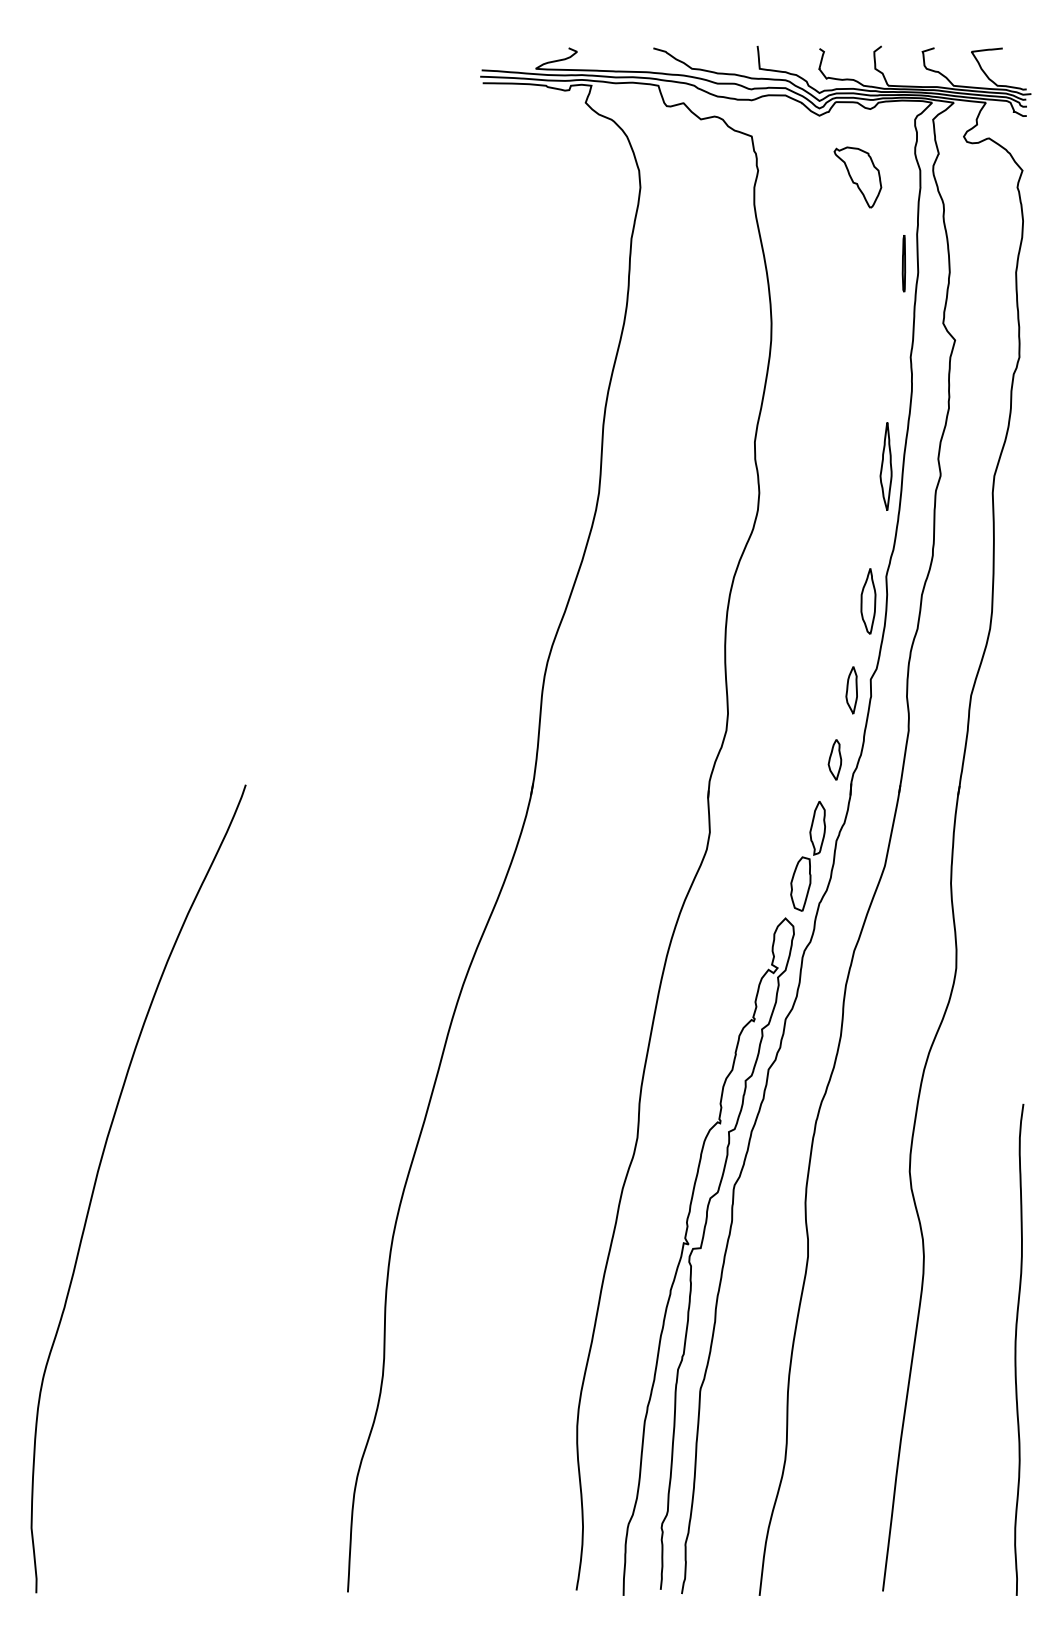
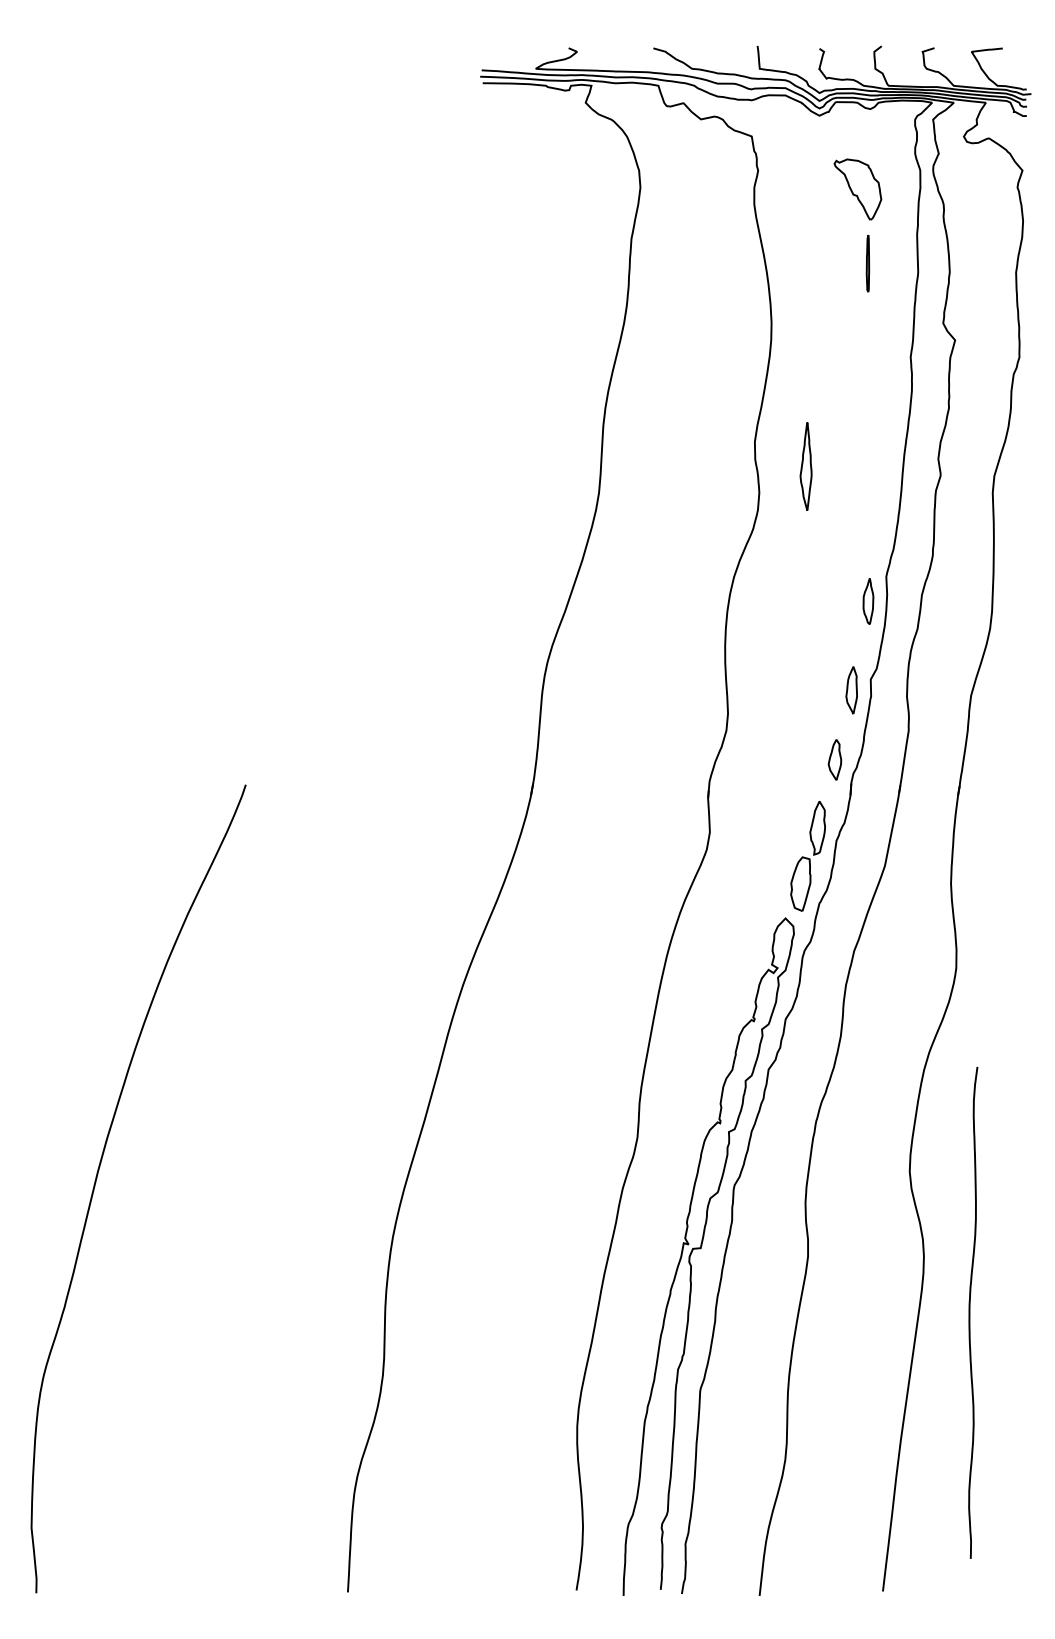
part at (857, 177) position: (857, 177) -> (857, 189)
part at (903, 263) position: (903, 263) -> (867, 263)
part at (885, 466) position: (885, 466) -> (805, 466)
part at (868, 601) size: 17x67 px -> 13x47 px
curve at (1016, 1349) position: (1016, 1349) -> (970, 1312)
